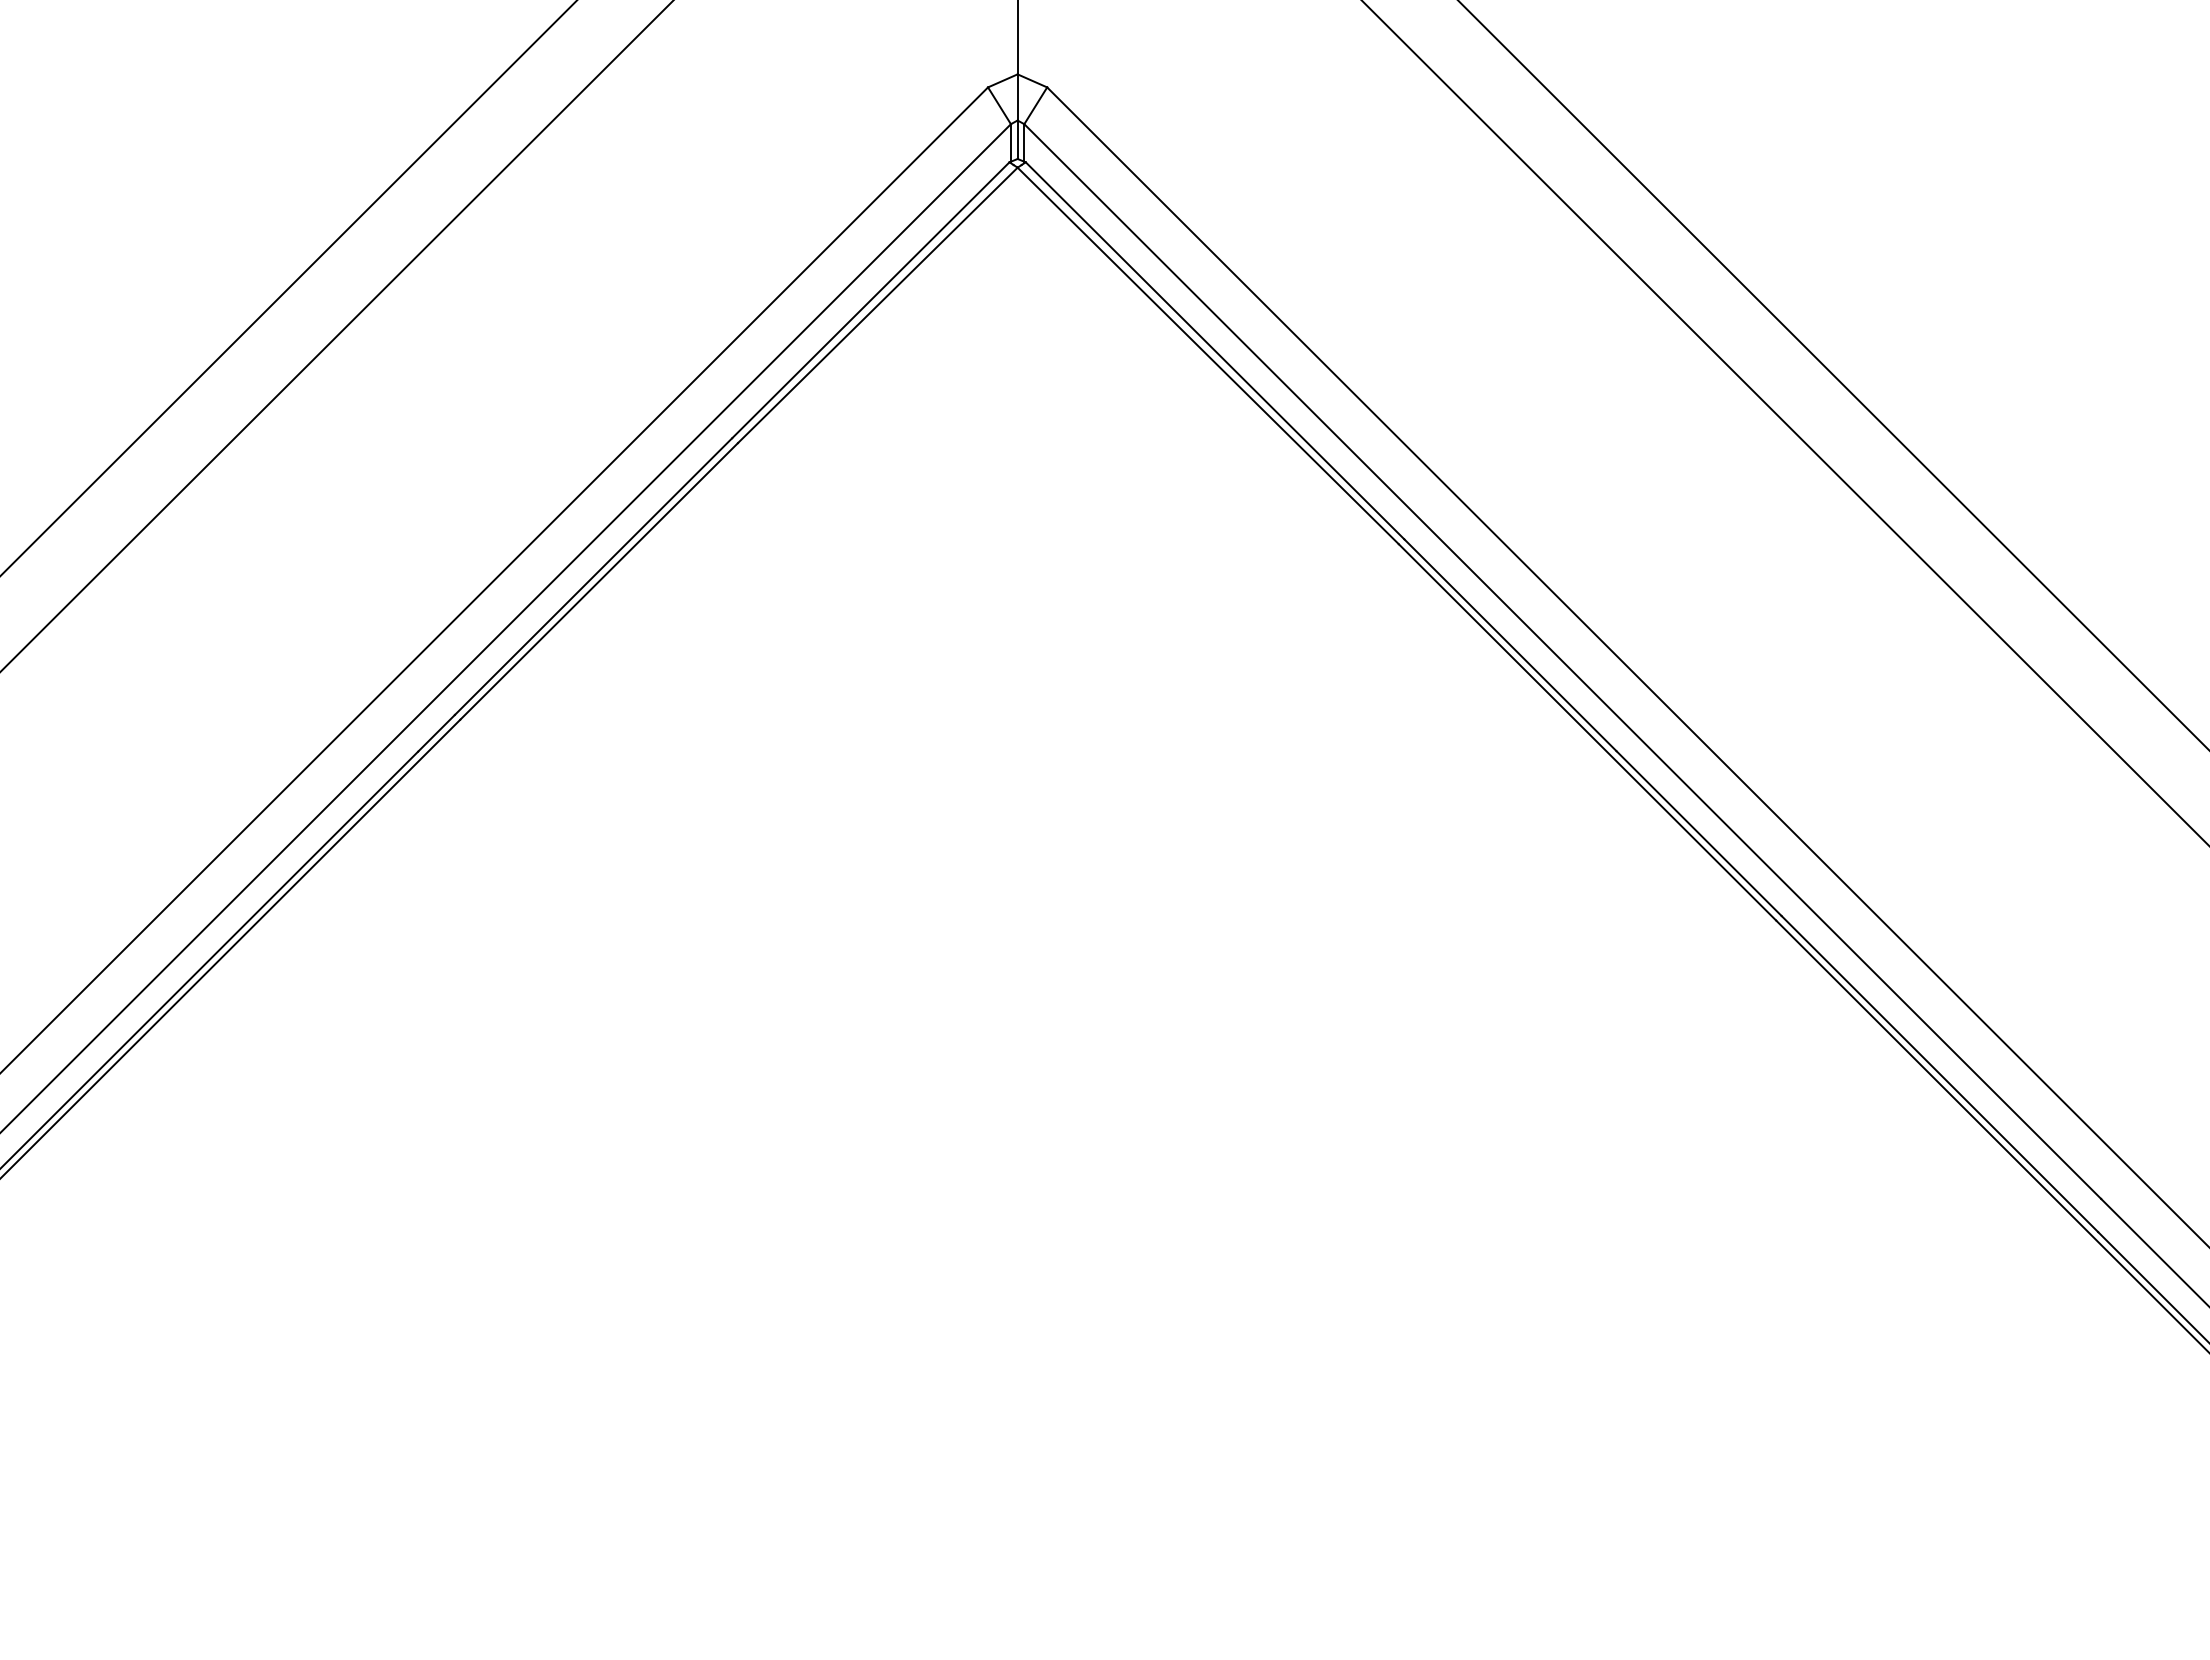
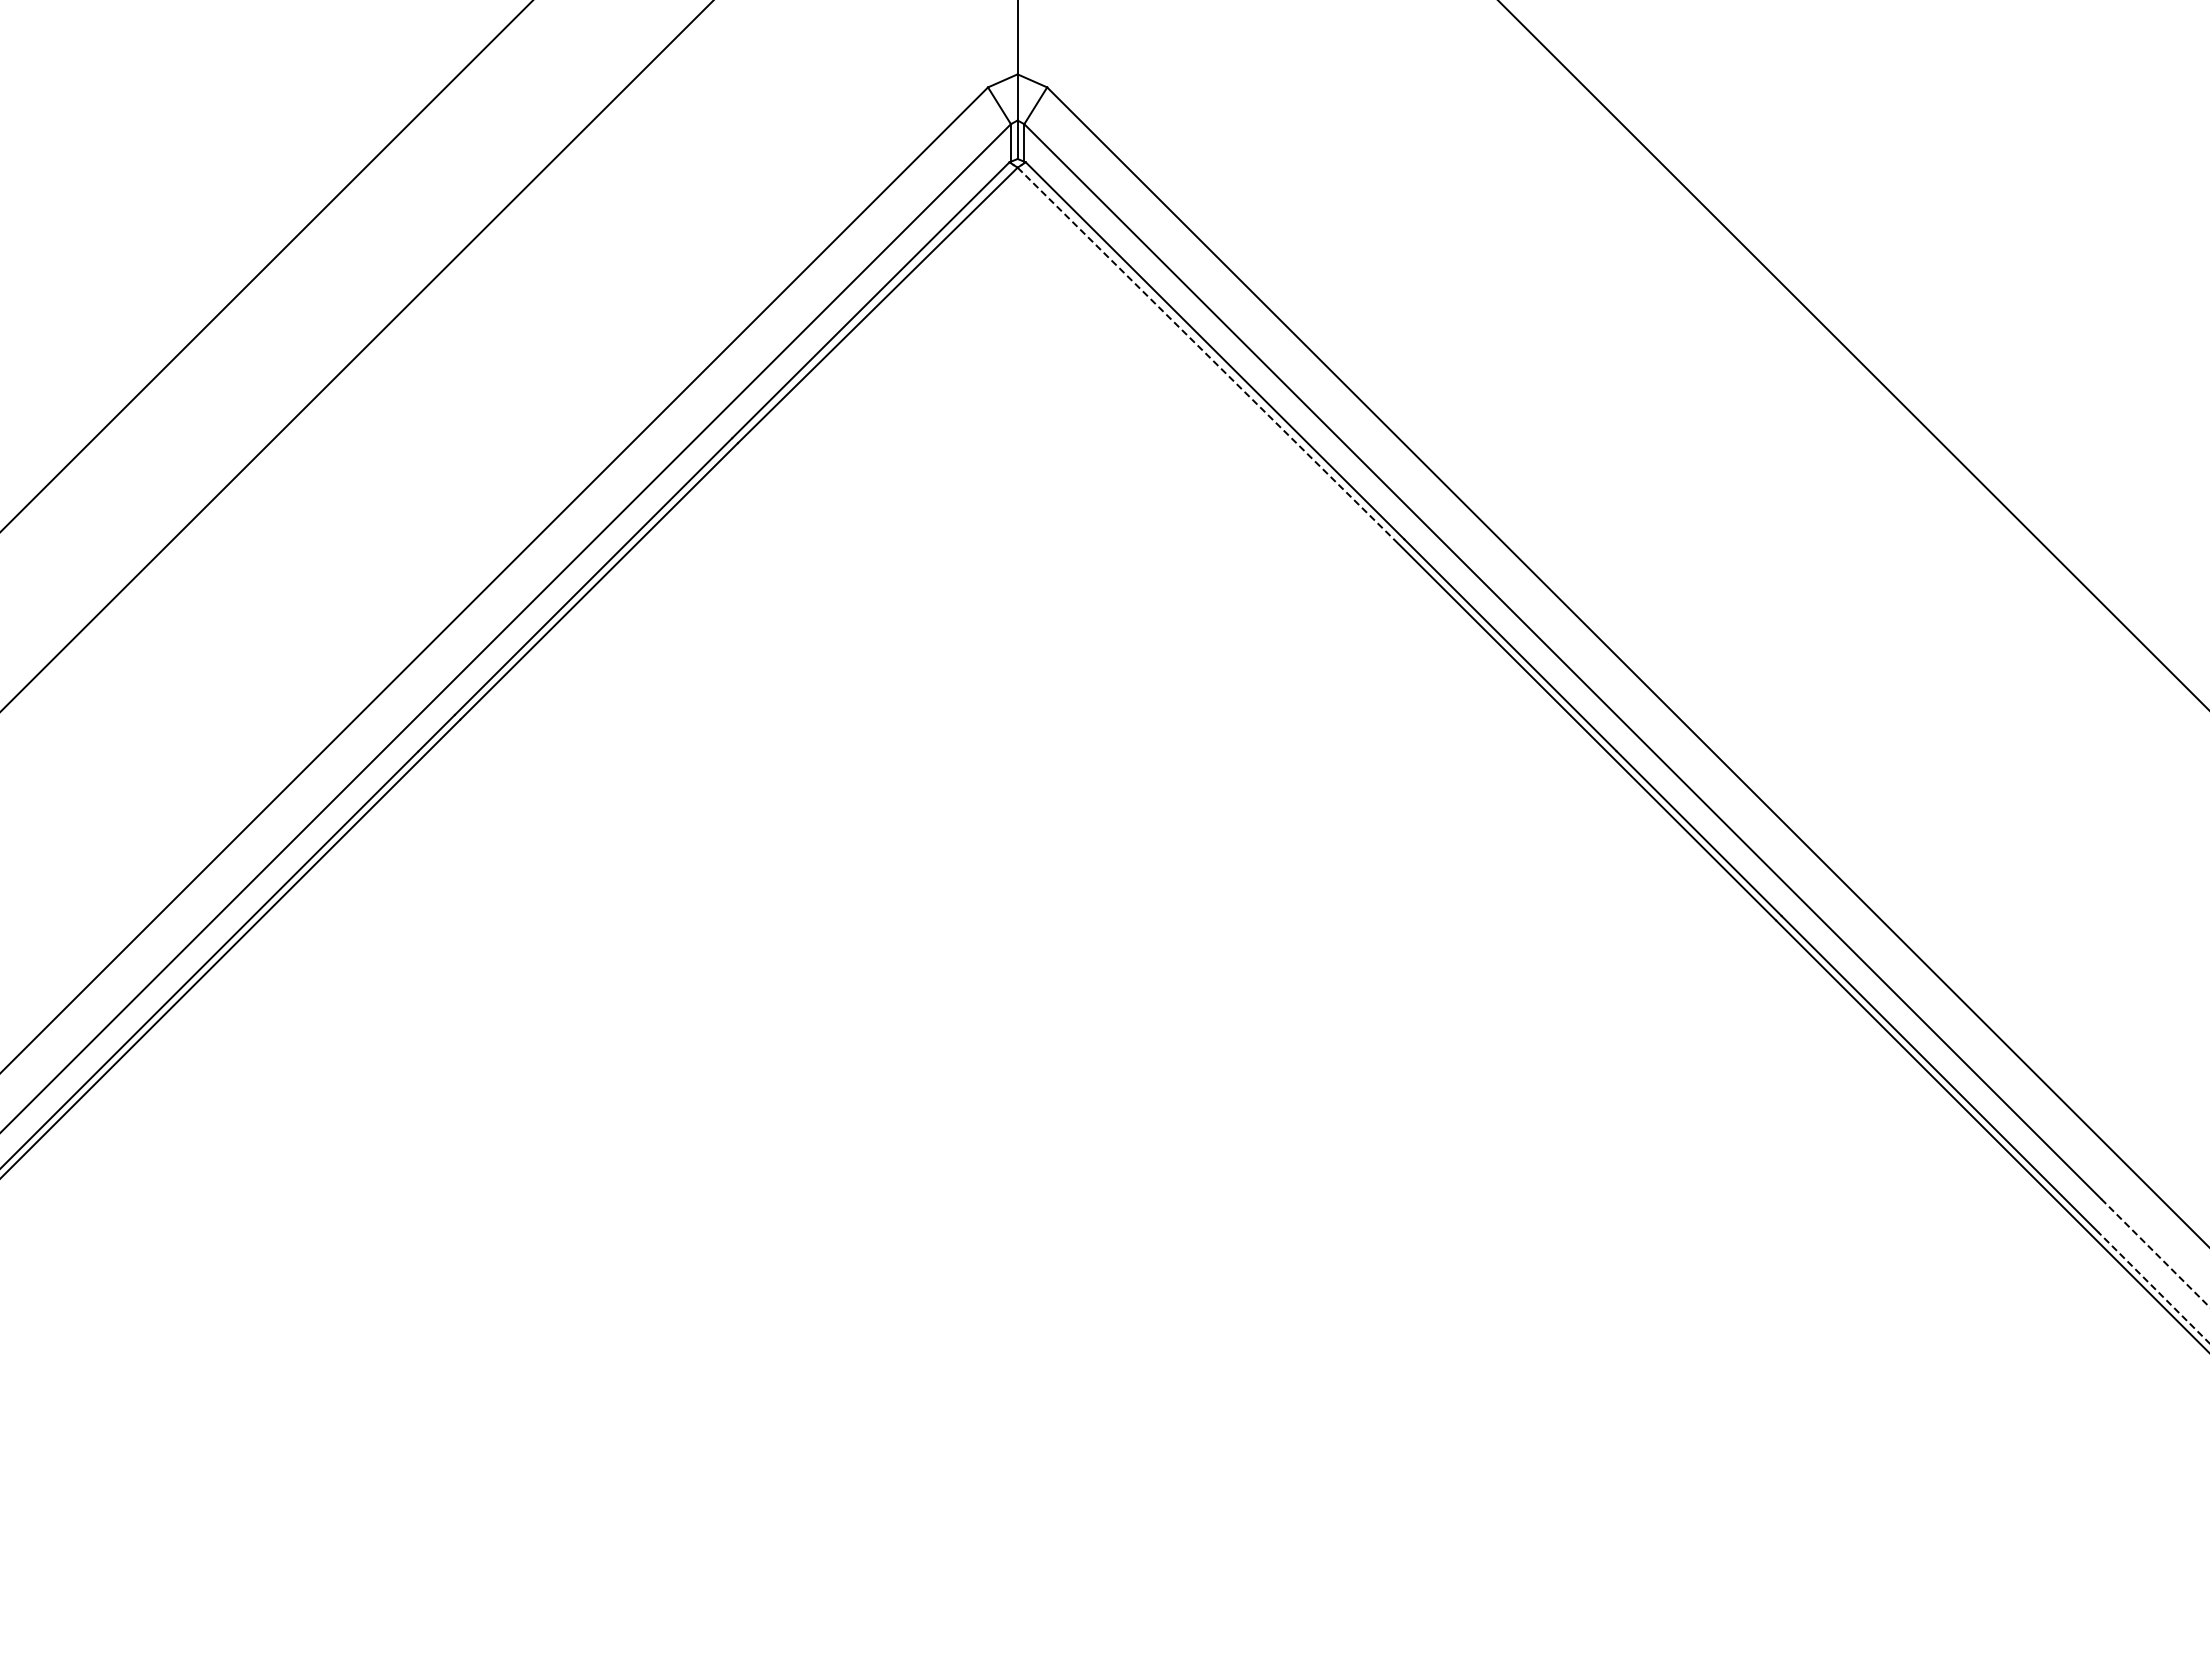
line at (288, 288) position: (288, 288) -> (266, 266)
line at (336, 336) position: (336, 336) -> (356, 356)
line at (1208, 355): solid -> dashed
line at (1833, 374) position: (1833, 374) -> (1852, 355)
line at (1784, 422): present -> none
line at (2155, 1253): solid -> dashed
line at (2154, 1287): solid -> dashed
